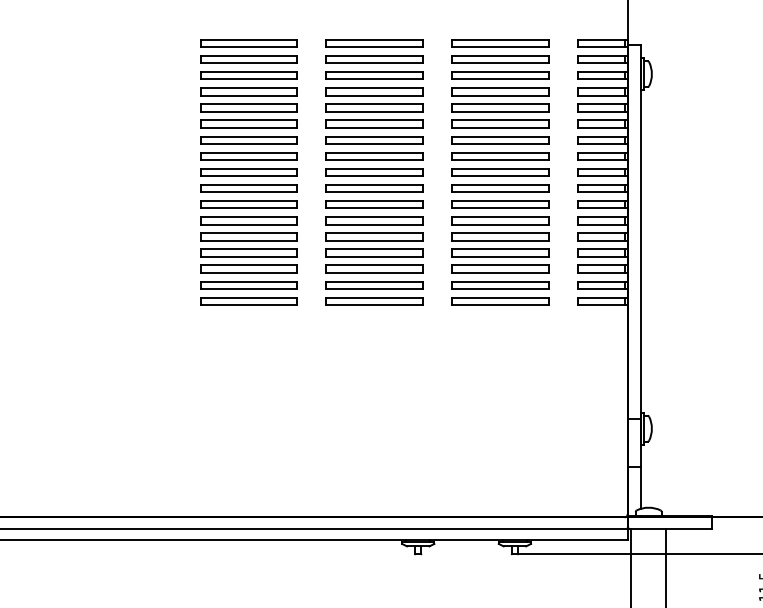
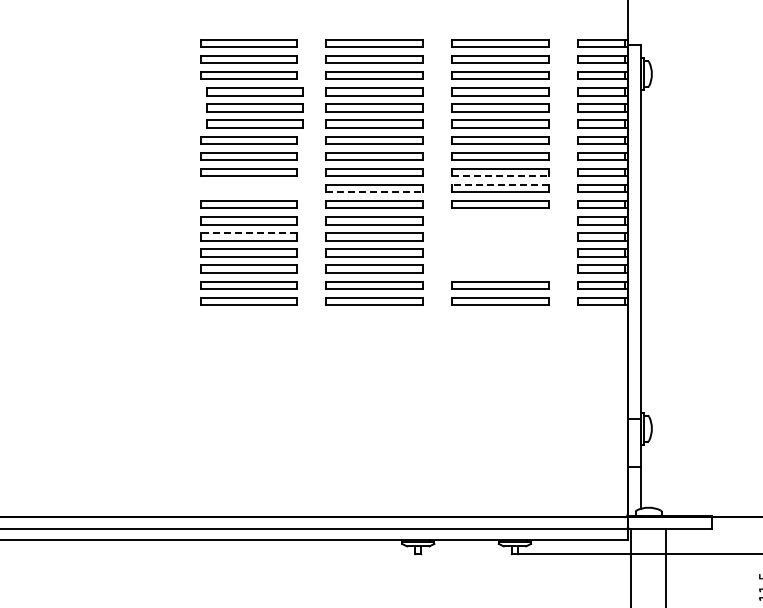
part at (248, 107) position: (248, 107) -> (254, 107)
line at (500, 176): solid -> dashed
line at (499, 184): solid -> dashed
part at (248, 188): present -> none
line at (375, 192): solid -> dashed
line at (248, 233): solid -> dashed
part at (500, 244): present -> none
